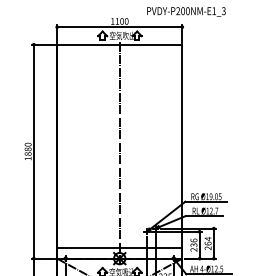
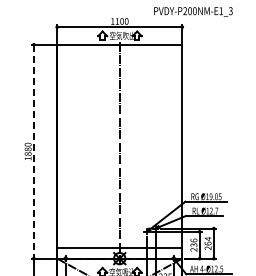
text at (186, 11) position: (186, 11) -> (193, 11)
line at (33, 151): solid -> dashed
